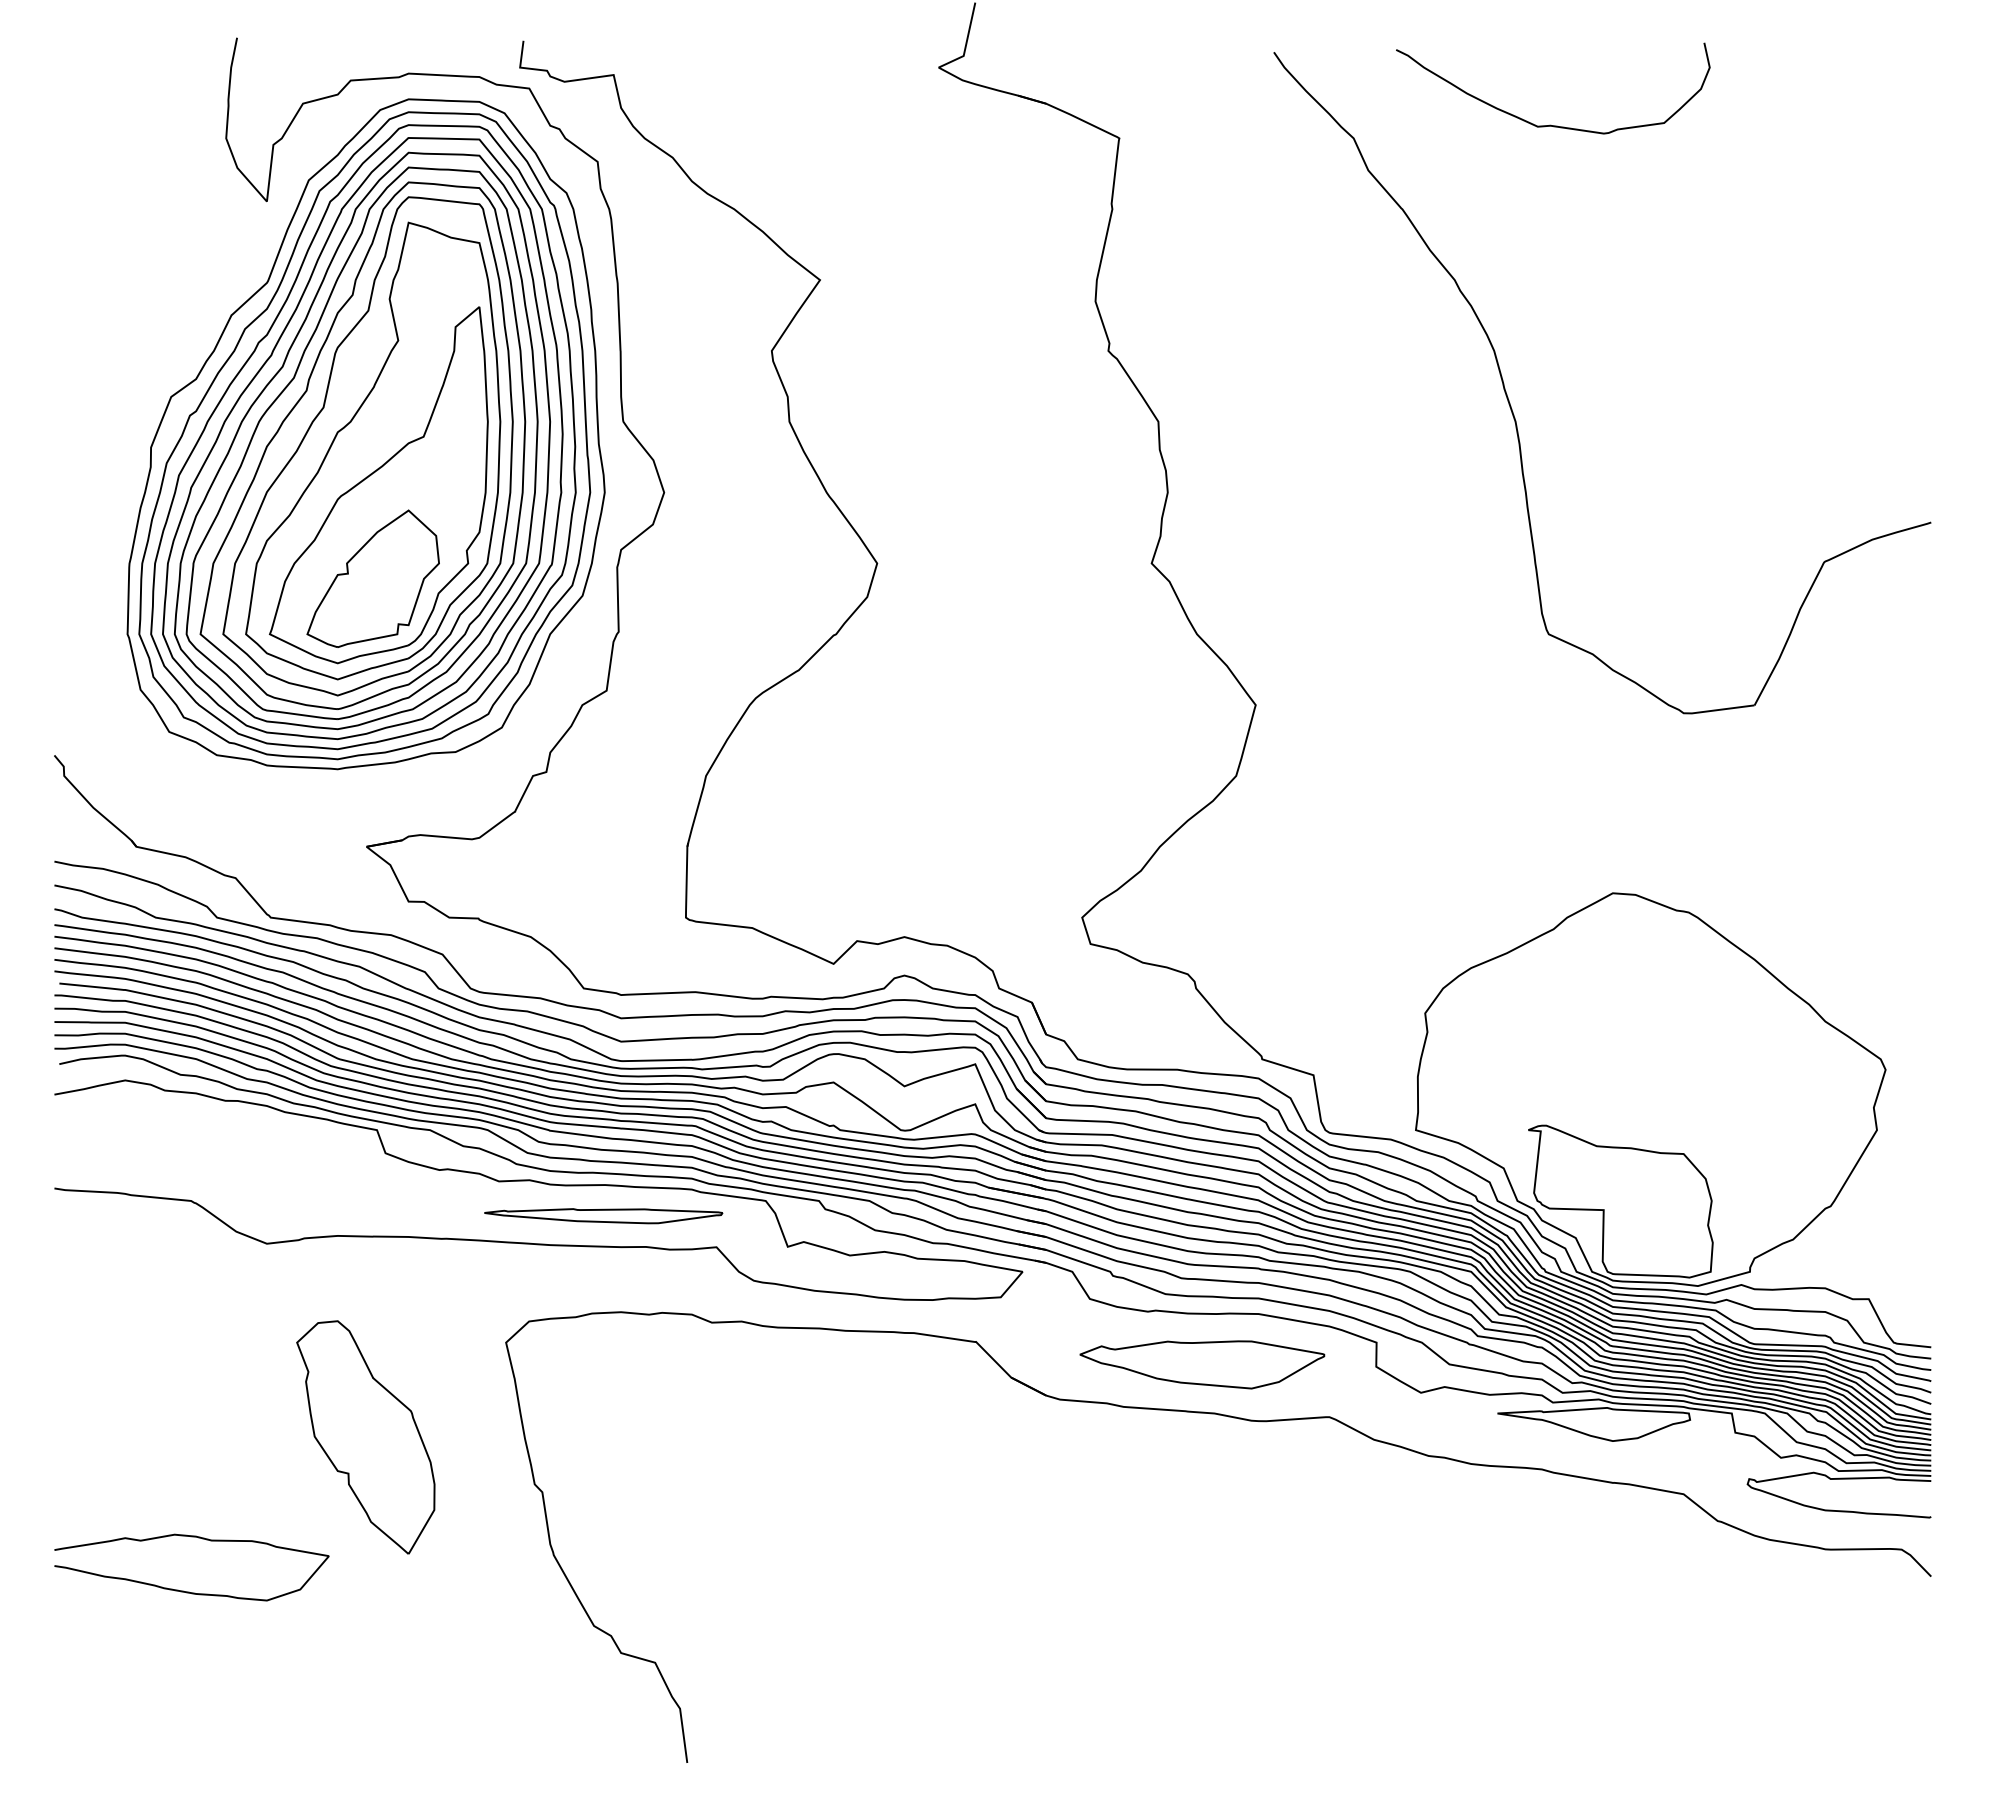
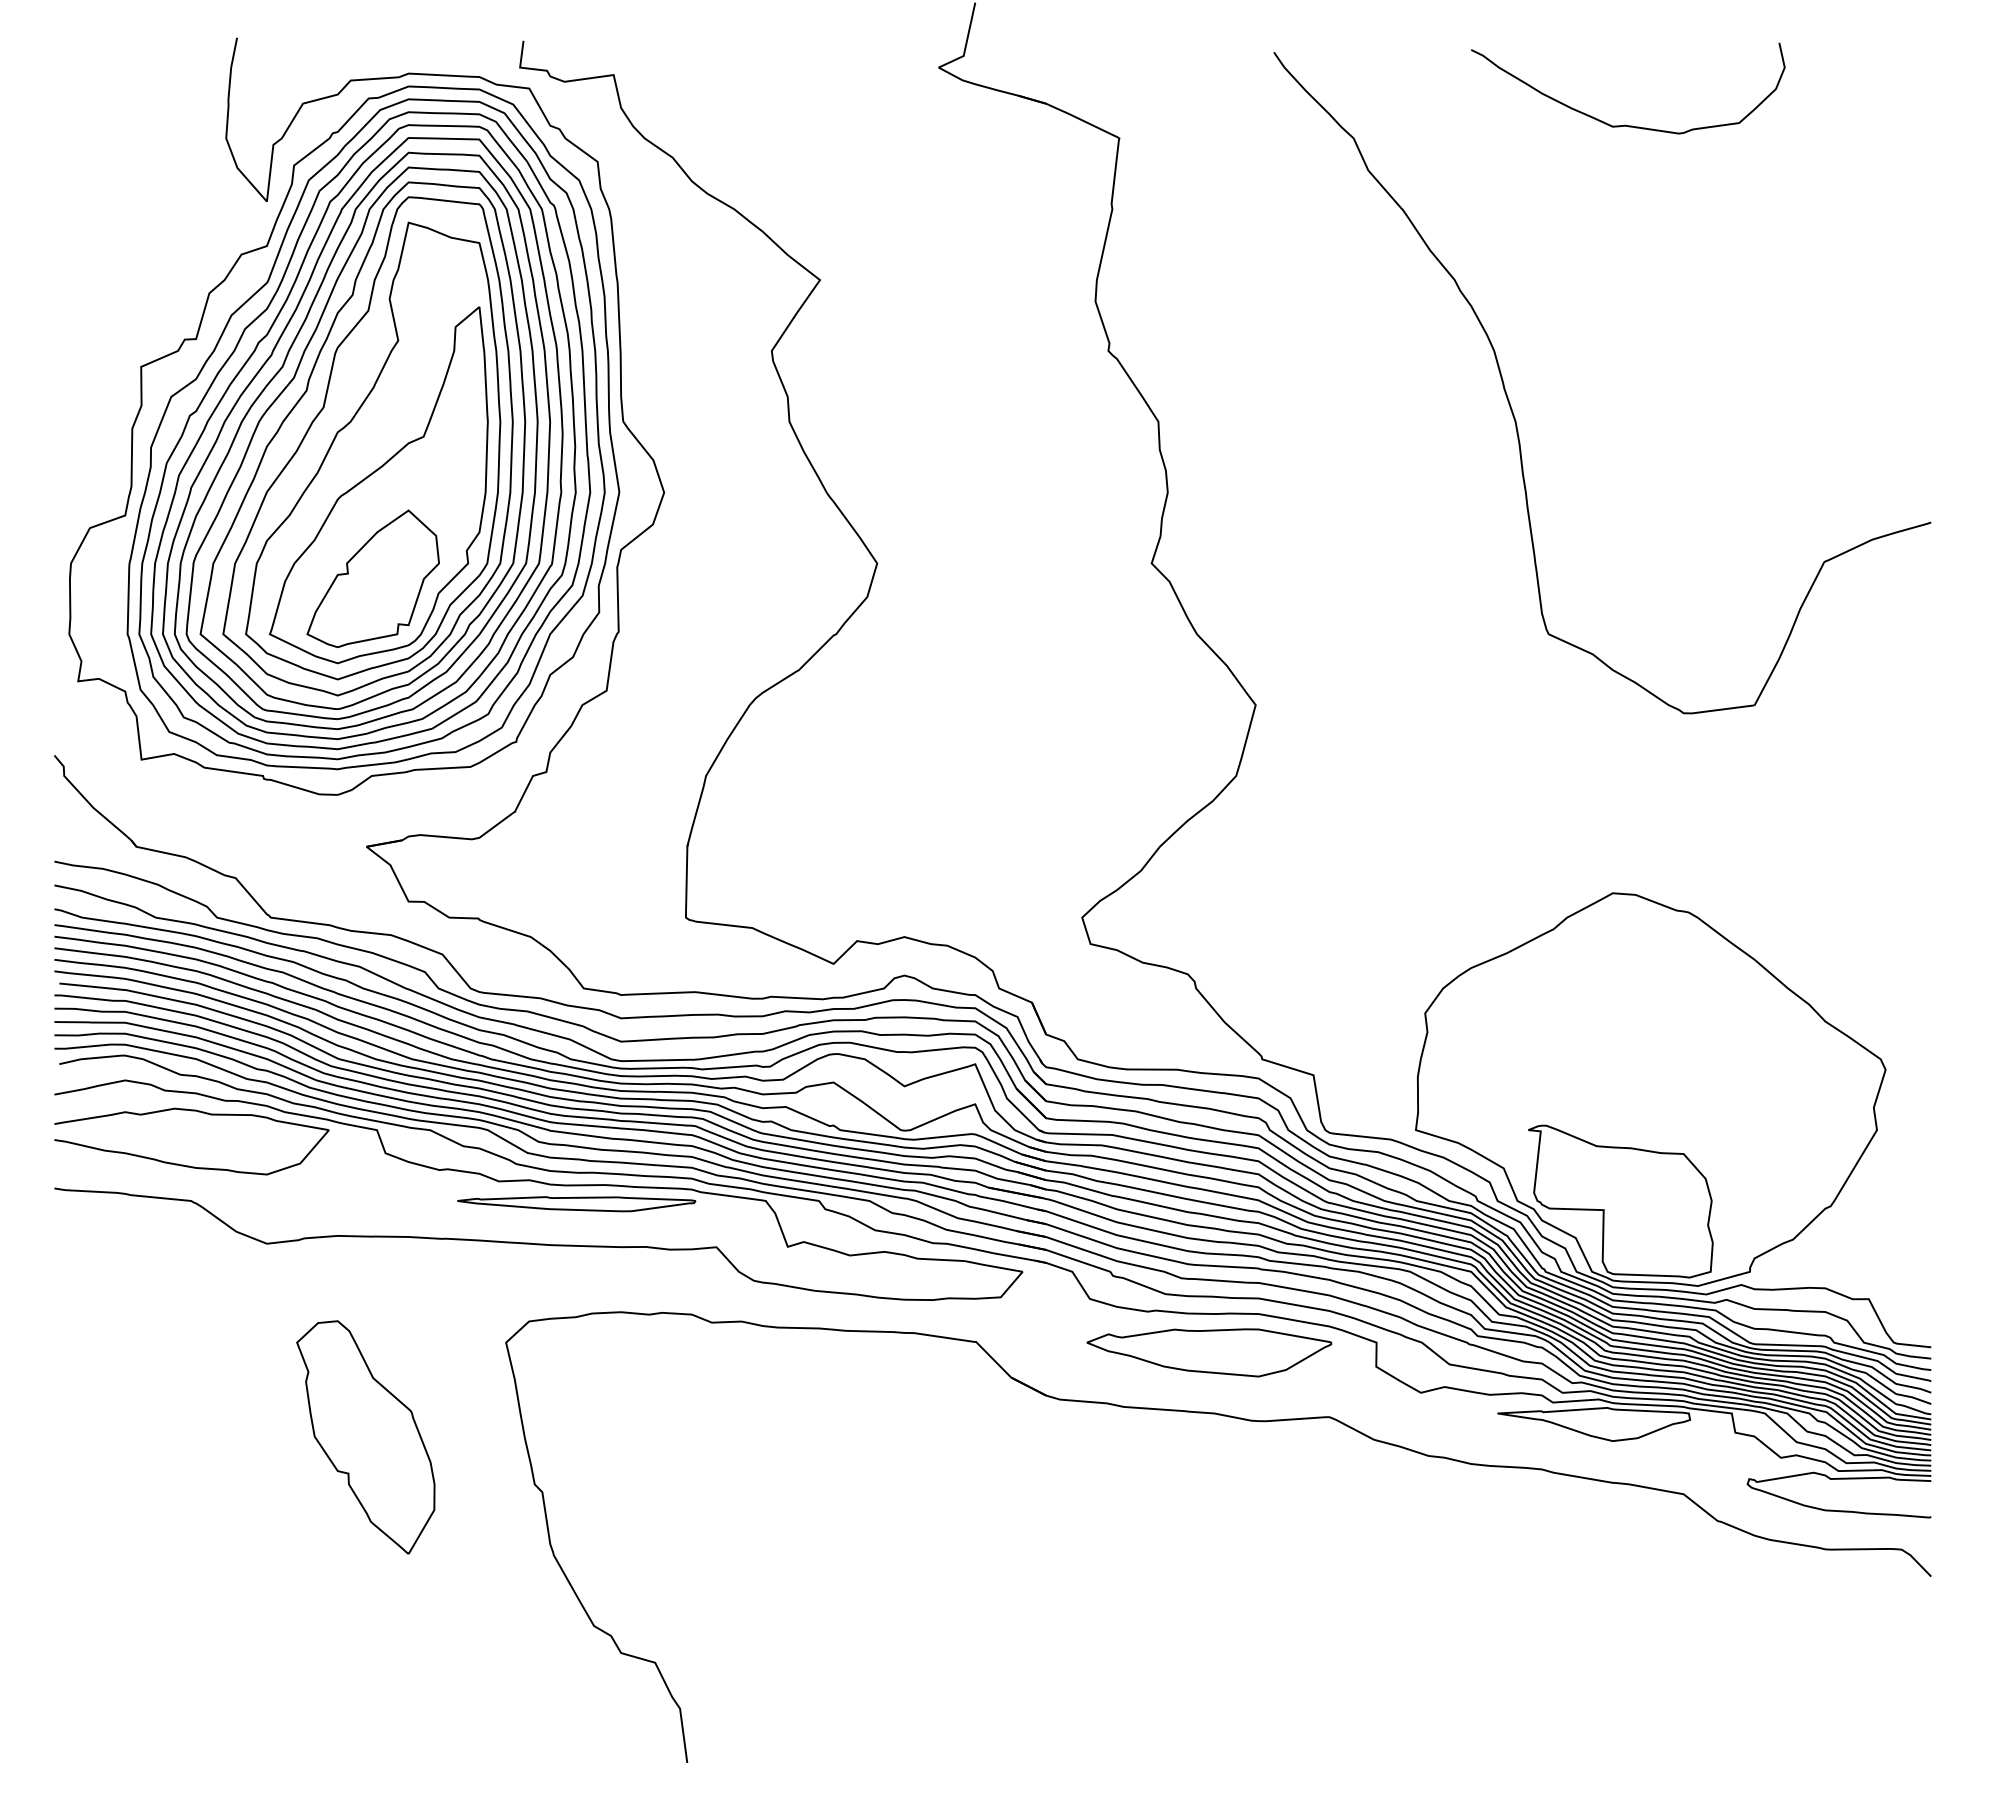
curve at (1550, 124) position: (1550, 124) -> (1625, 124)
part at (344, 440): none -> present
part at (603, 1216) position: (603, 1216) -> (576, 1204)
part at (1202, 1364) position: (1202, 1364) -> (1209, 1352)
curve at (189, 1591) position: (189, 1591) -> (189, 1165)
